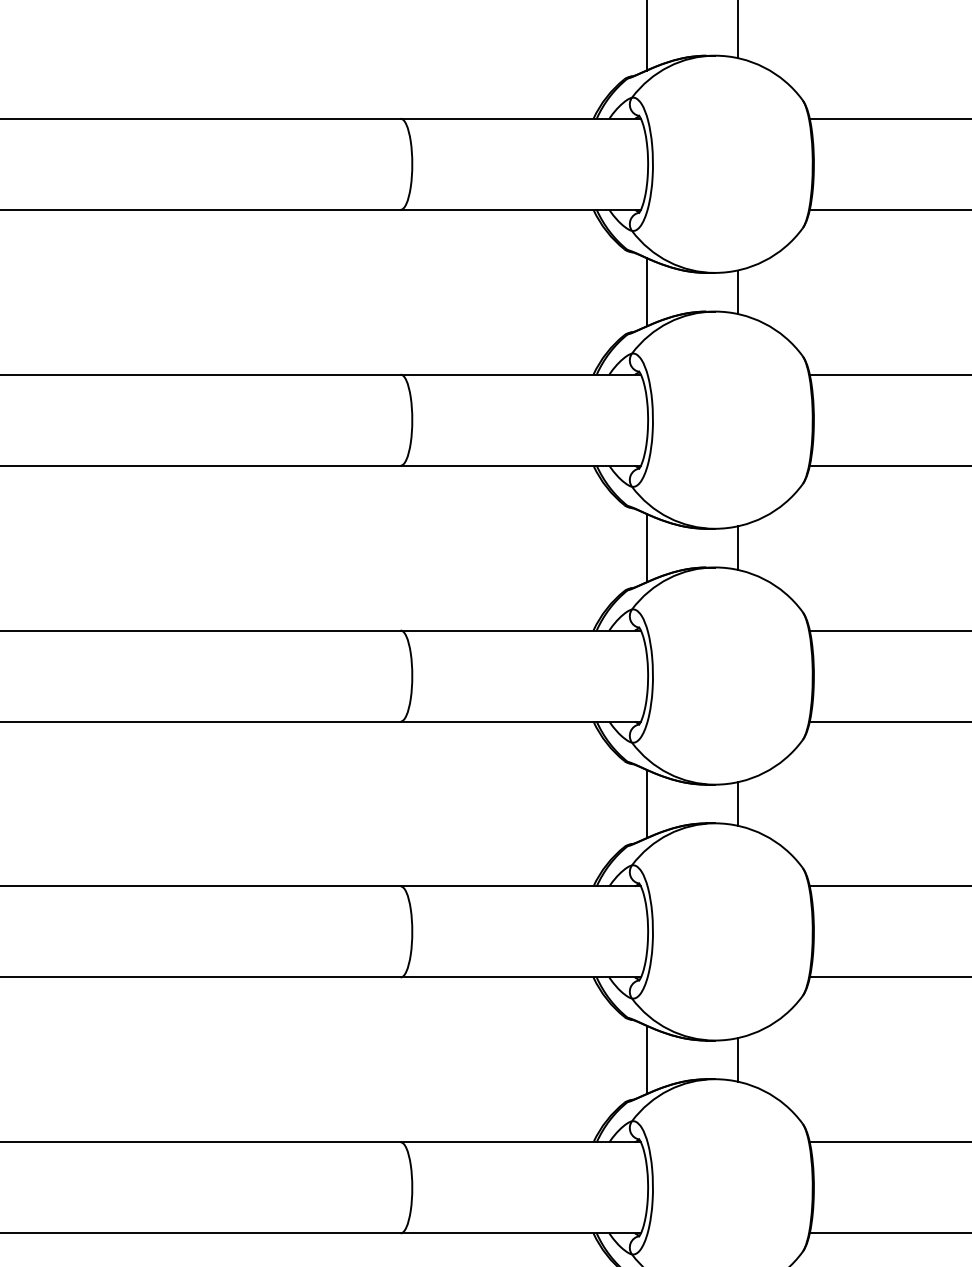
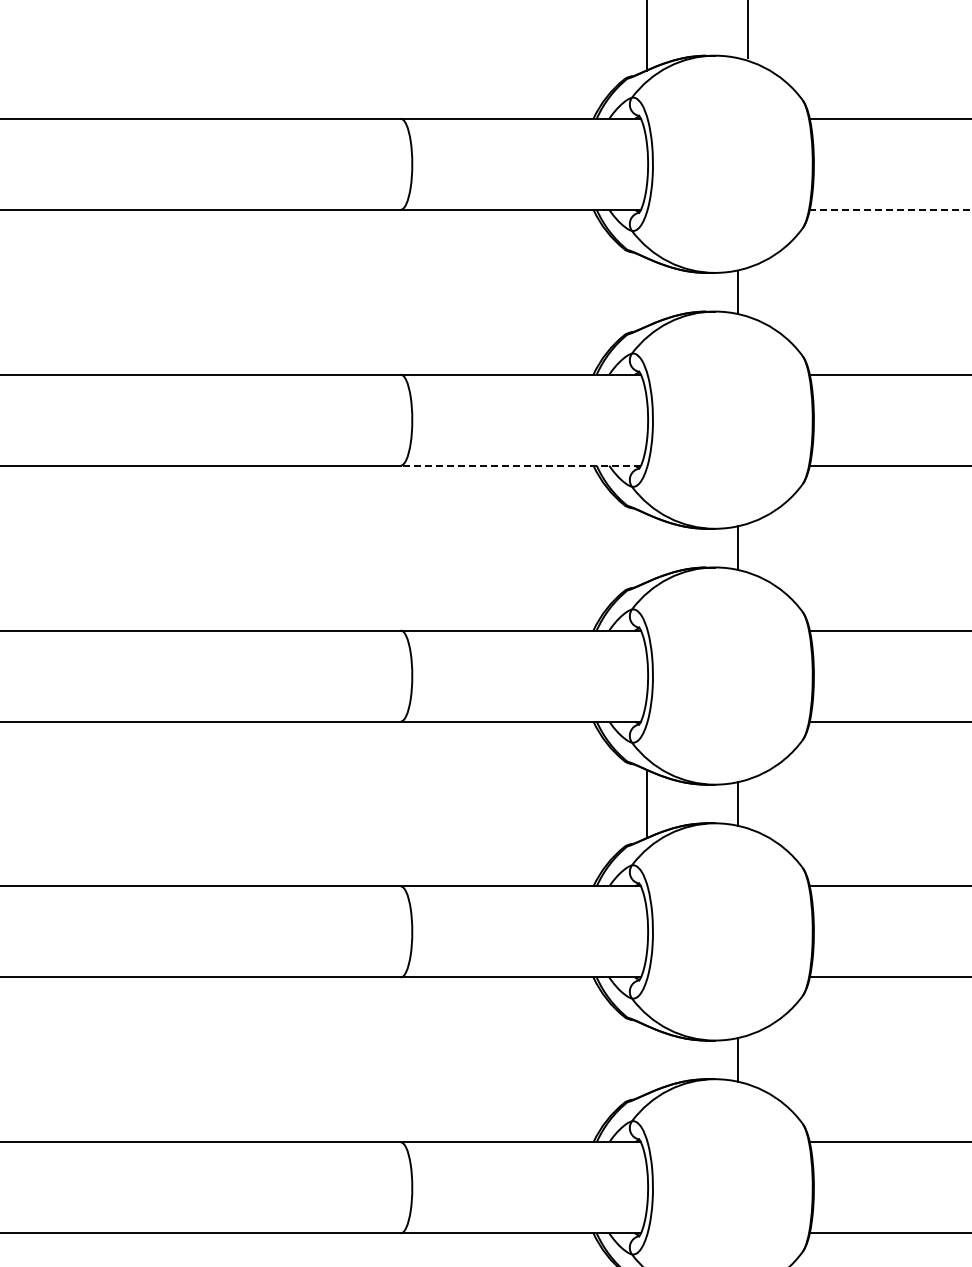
line at (737, 30) position: (737, 30) -> (747, 30)
line at (890, 209): solid -> dashed
line at (646, 292): present -> none
line at (520, 465): solid -> dashed
line at (646, 548): present -> none
line at (646, 1059): present -> none
